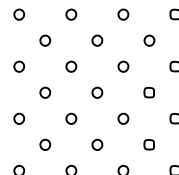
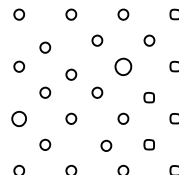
part at (45, 40) position: (45, 40) -> (45, 47)
part at (71, 66) position: (71, 66) -> (71, 74)
part at (123, 66) size: 13x13 px -> 19x20 px
part at (148, 92) position: (148, 92) -> (148, 97)
part at (19, 118) size: 13x13 px -> 16x18 px
part at (97, 144) position: (97, 144) -> (106, 145)
